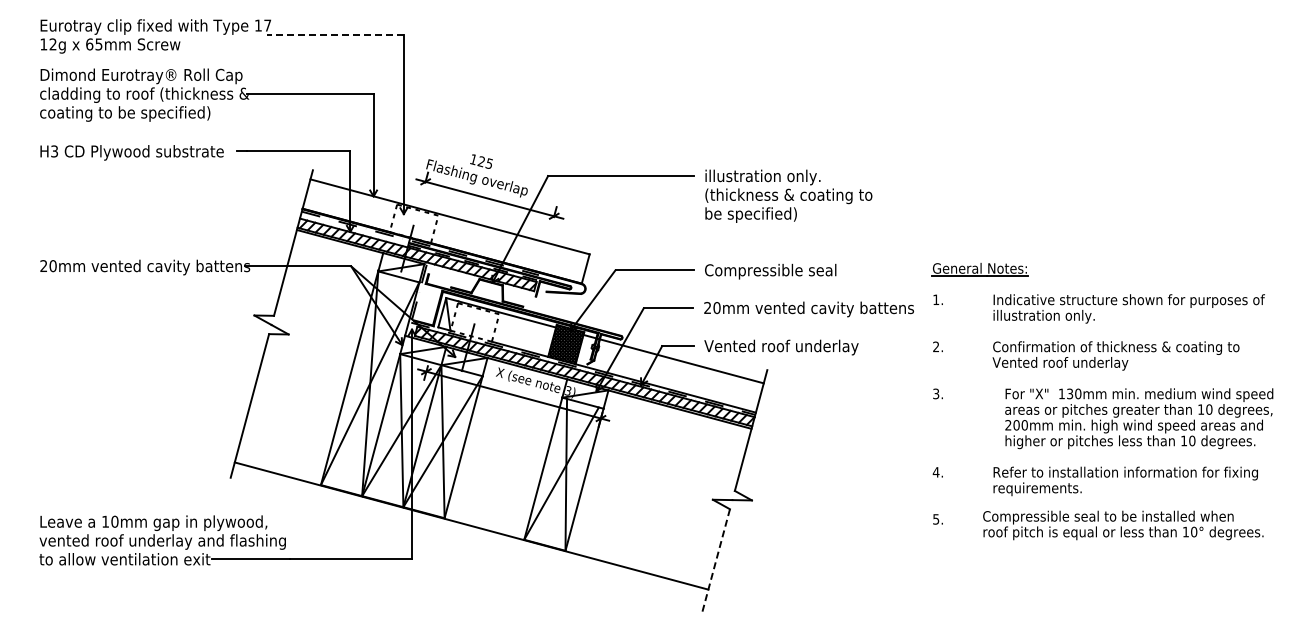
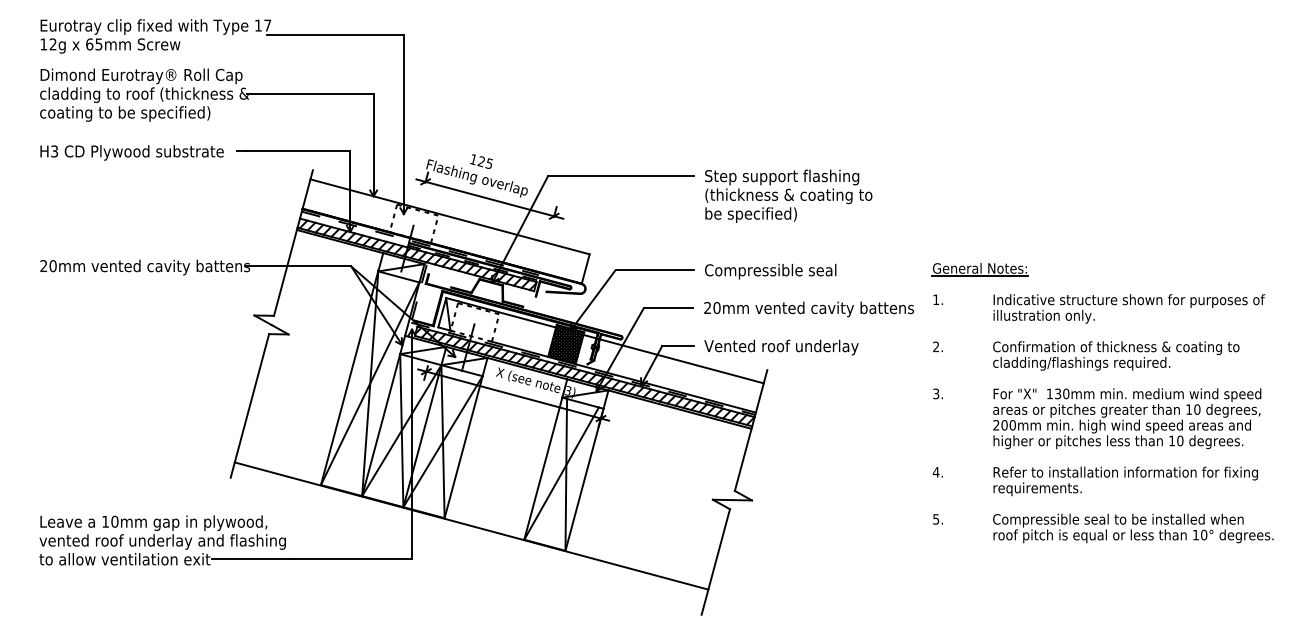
line at (334, 35): dashed -> solid
text at (782, 177): illustration only. -> Step support flashing
text at (1081, 363): Vented roof underlay -> cladding/flashings required.
text at (1139, 418) position: (1139, 418) -> (1127, 418)
text at (1123, 525) position: (1123, 525) -> (1133, 528)
line at (715, 562): dashed -> solid
